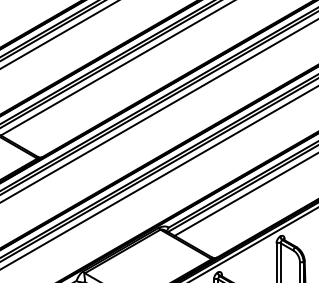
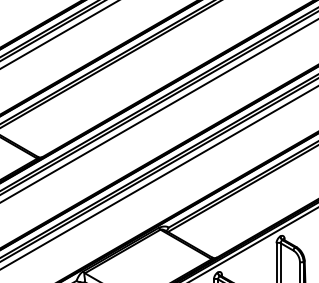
line at (116, 68): present -> none
line at (244, 194): present -> none
